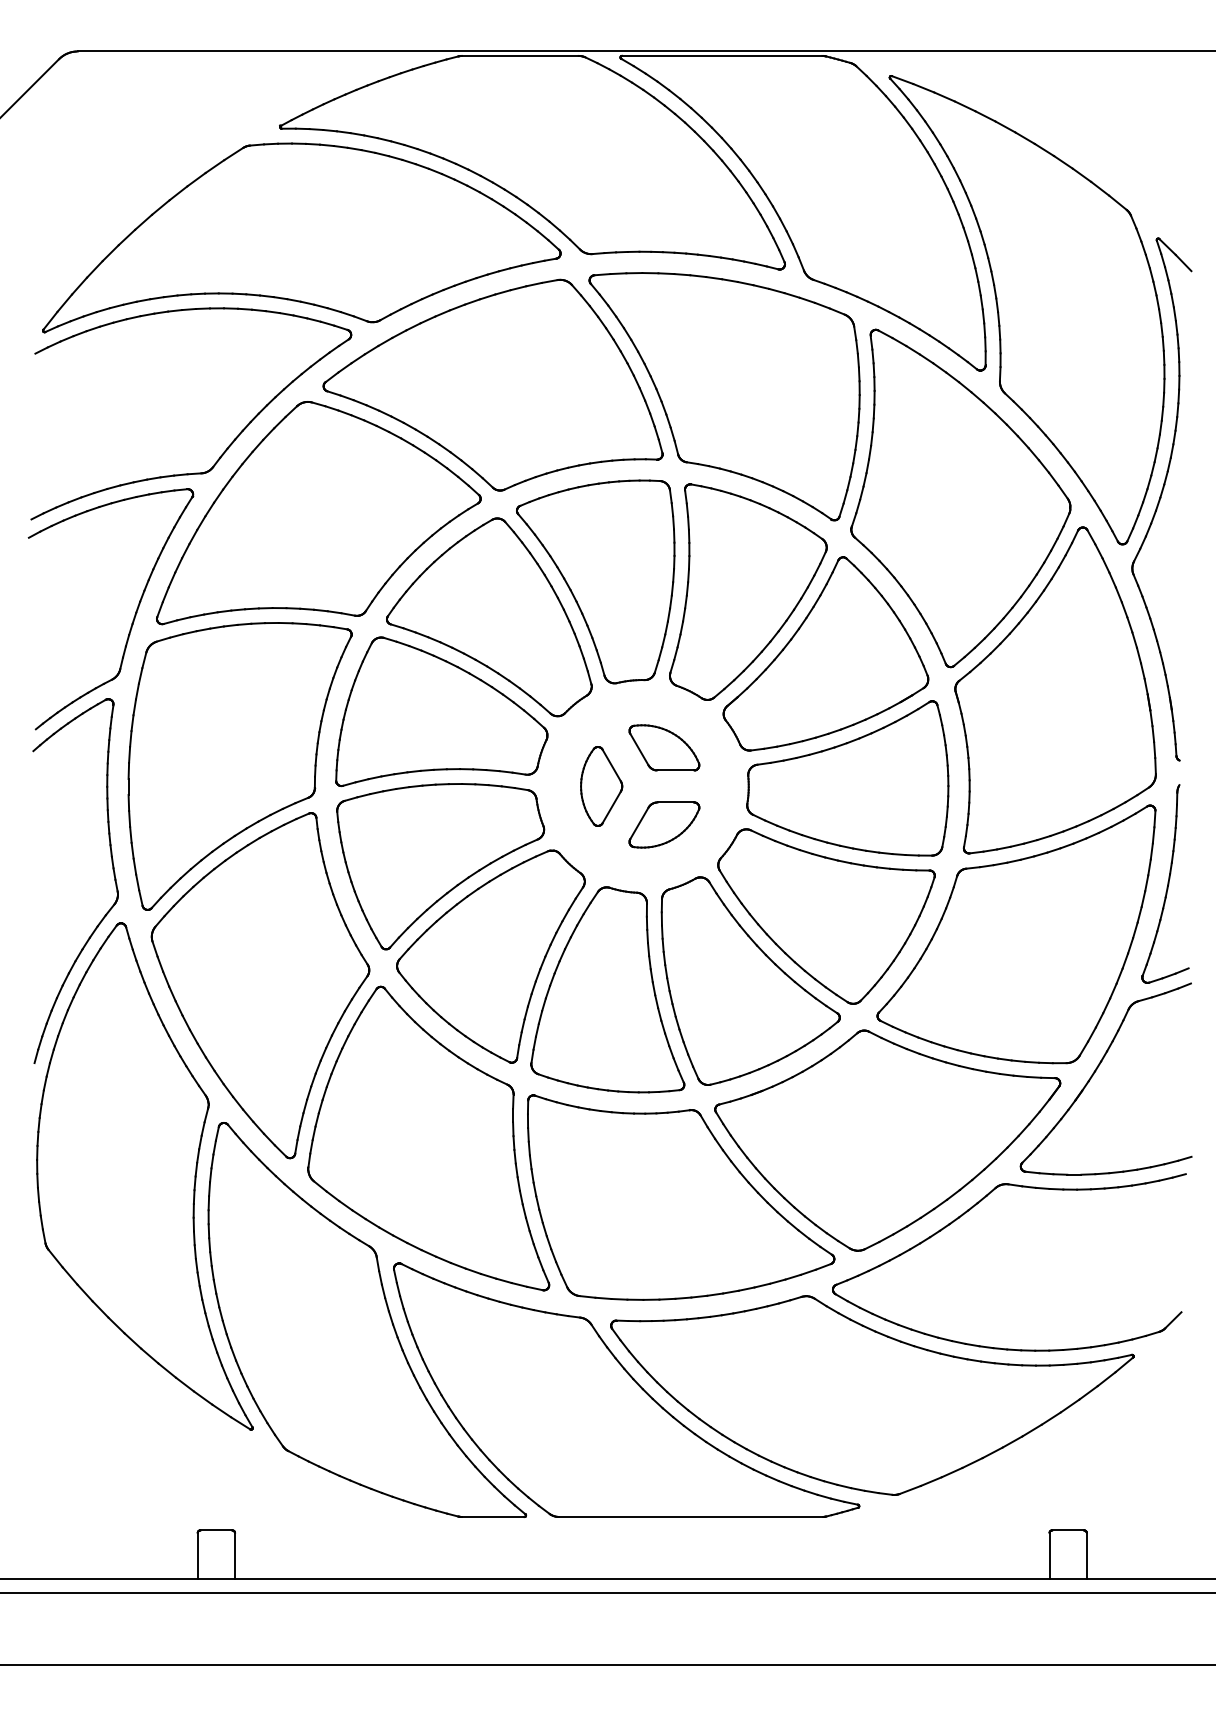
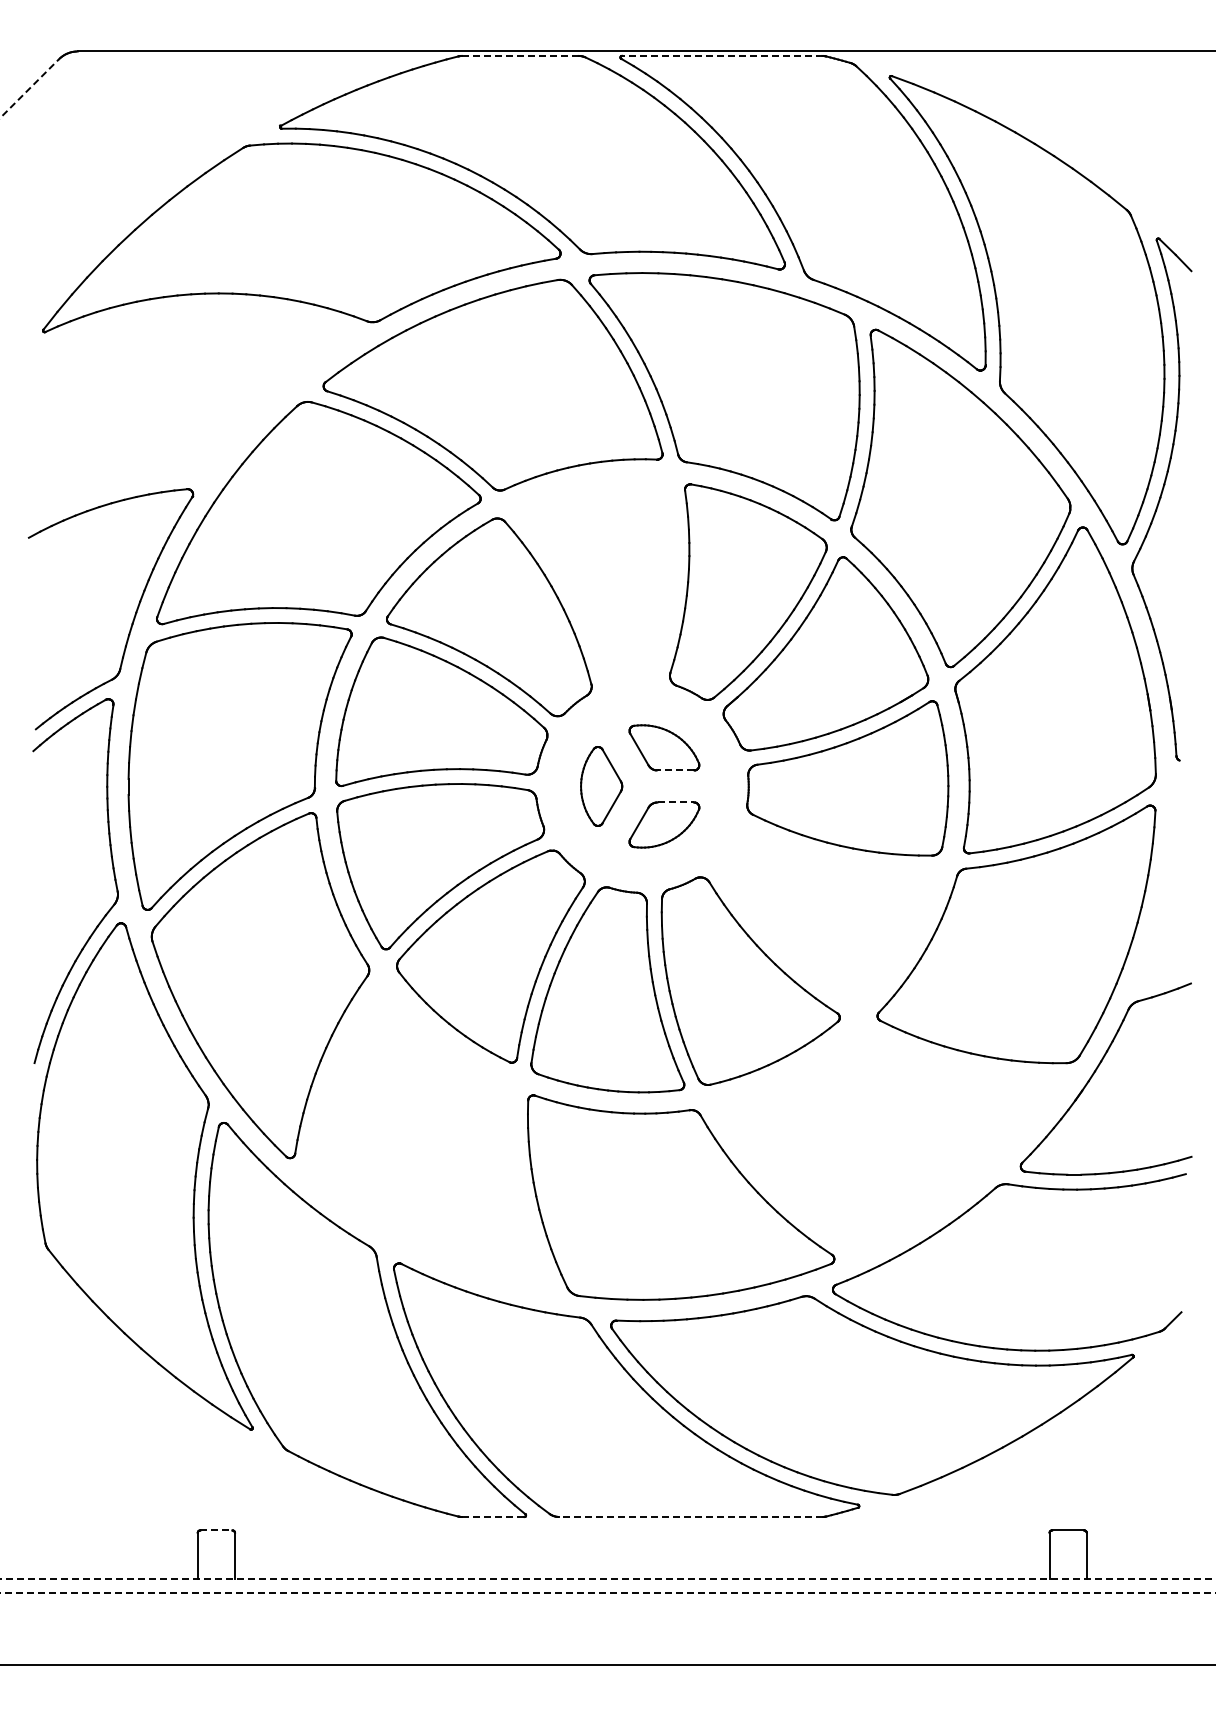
line at (519, 55): solid -> dashed
line at (721, 55): solid -> dashed
line at (30, 88): solid -> dashed
part at (228, 445): present -> none
part at (595, 581): present -> none
line at (675, 770): solid -> dashed
line at (676, 802): solid -> dashed
part at (1165, 883): present -> none
part at (826, 916): present -> none
part at (428, 1138): present -> none
part at (887, 1140): present -> none
line at (492, 1516): solid -> dashed
line at (690, 1516): solid -> dashed
line at (216, 1530): solid -> dashed
line at (608, 1579): solid -> dashed
line at (607, 1592): solid -> dashed
